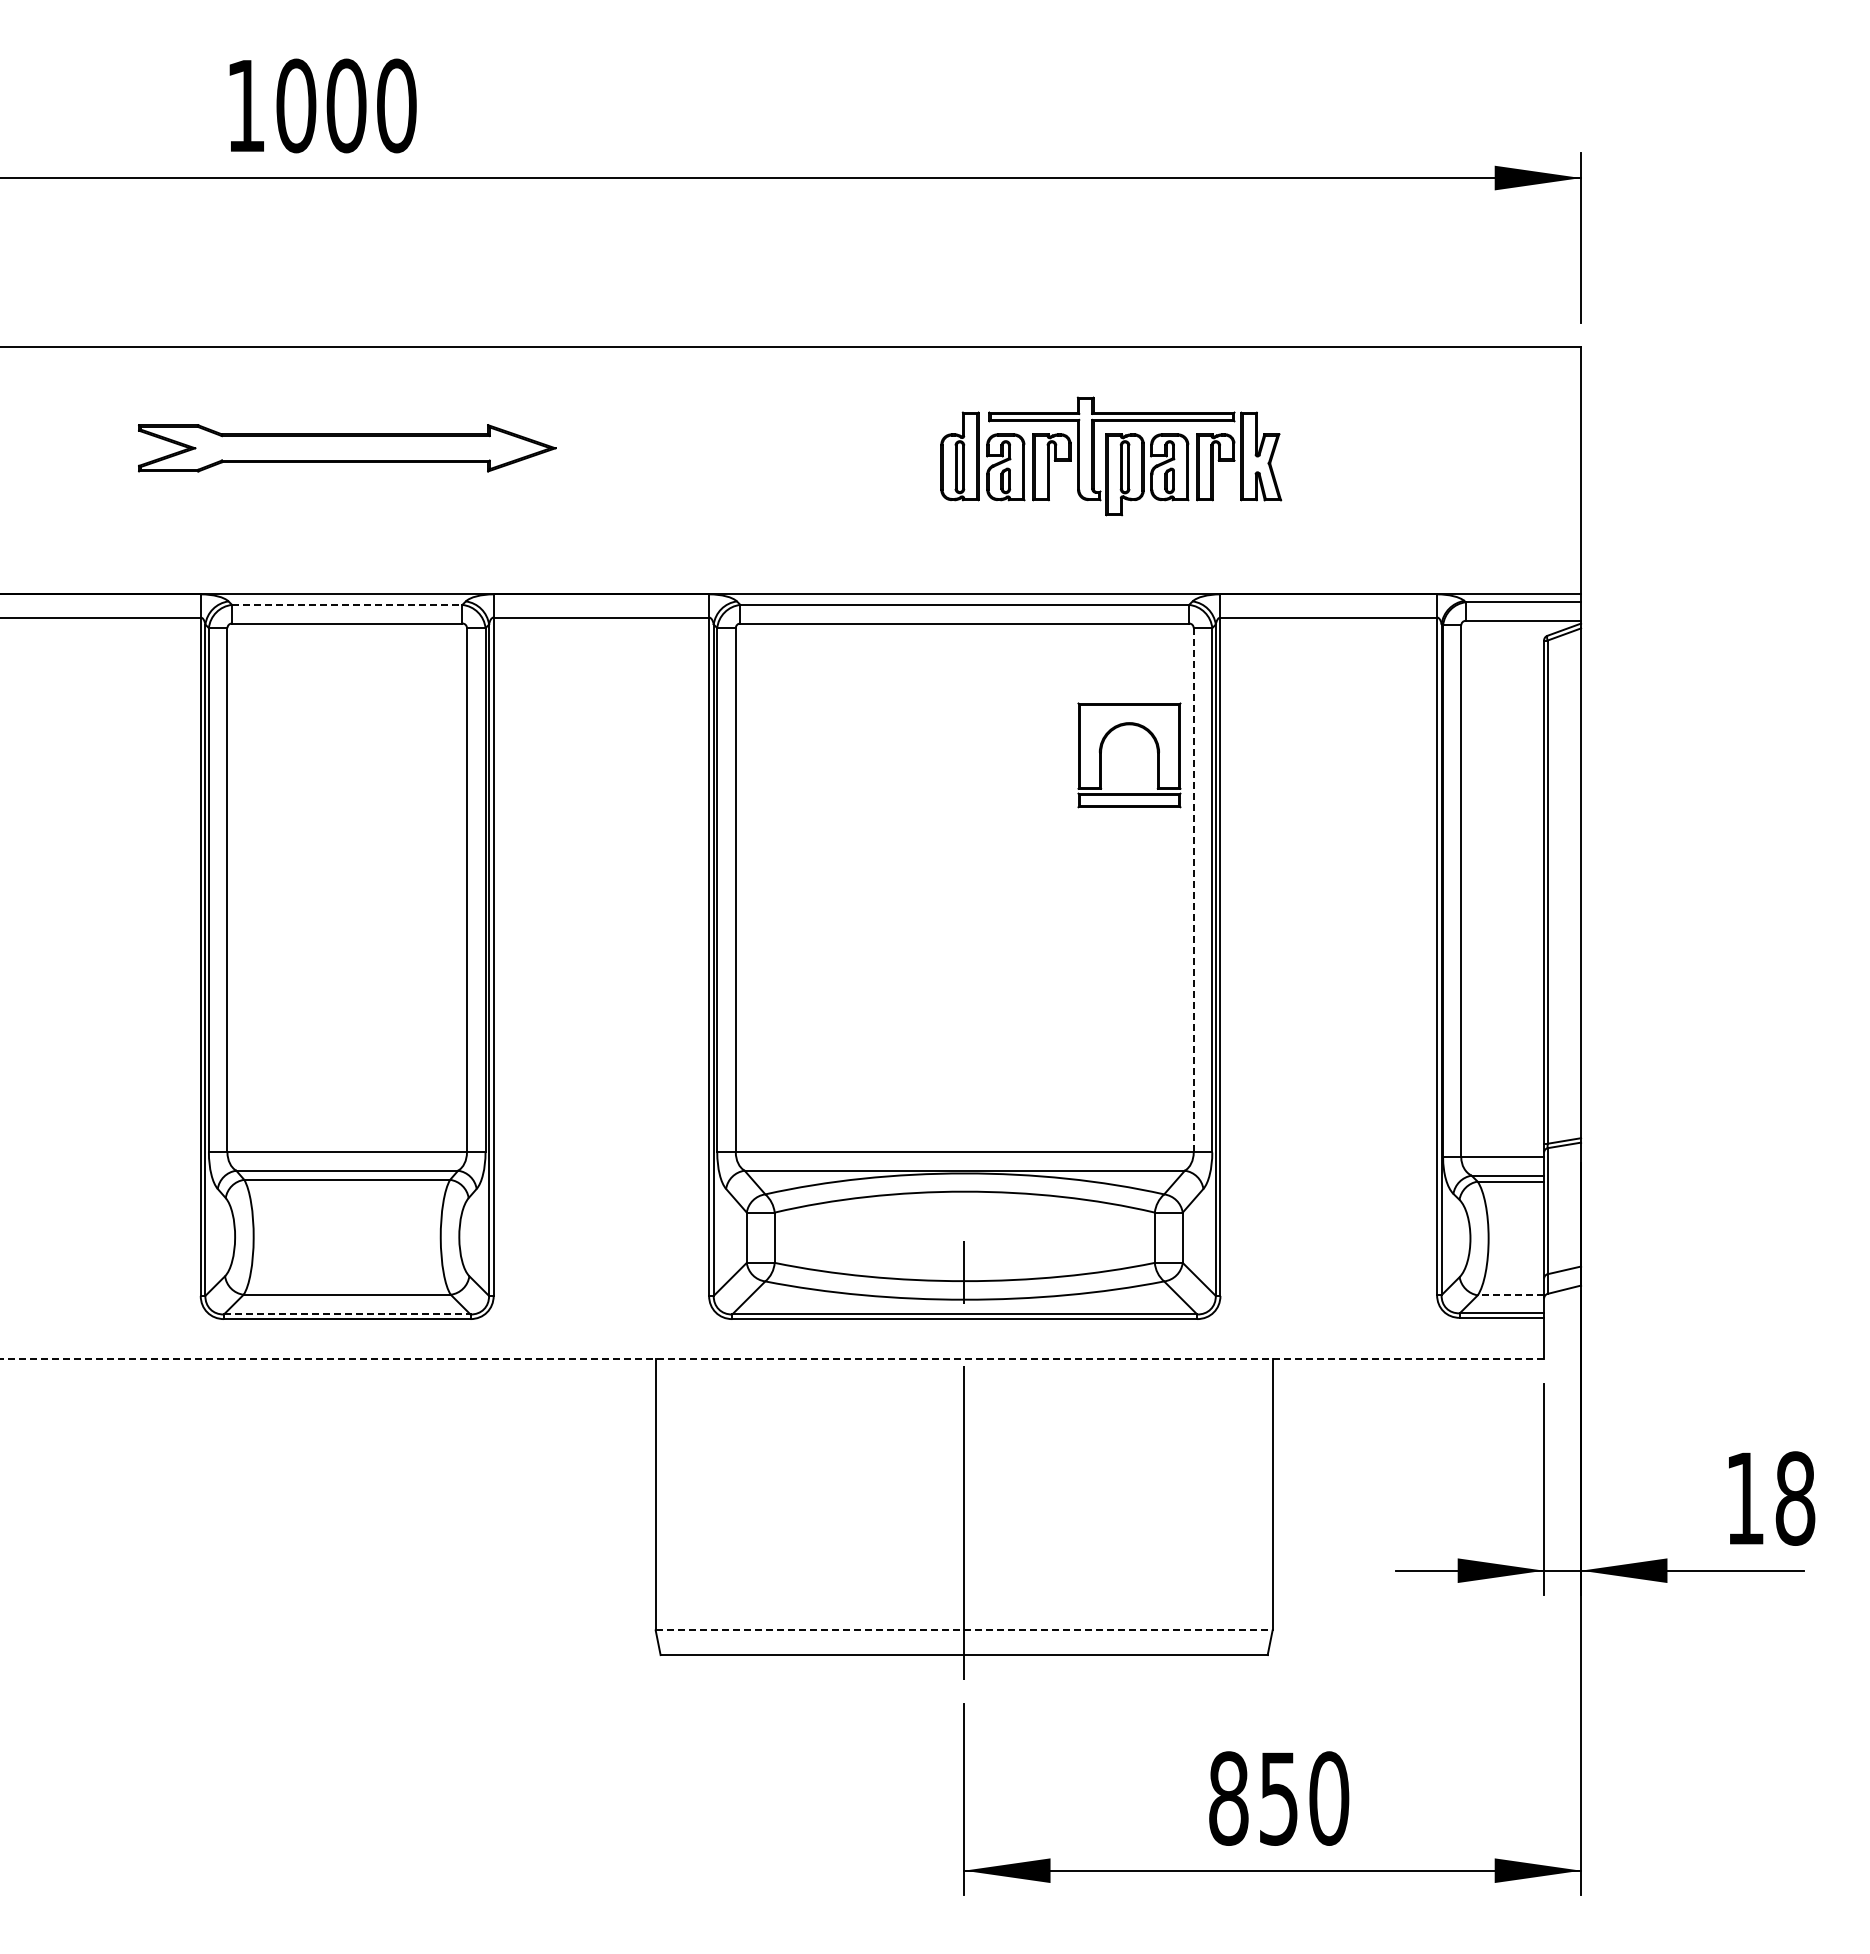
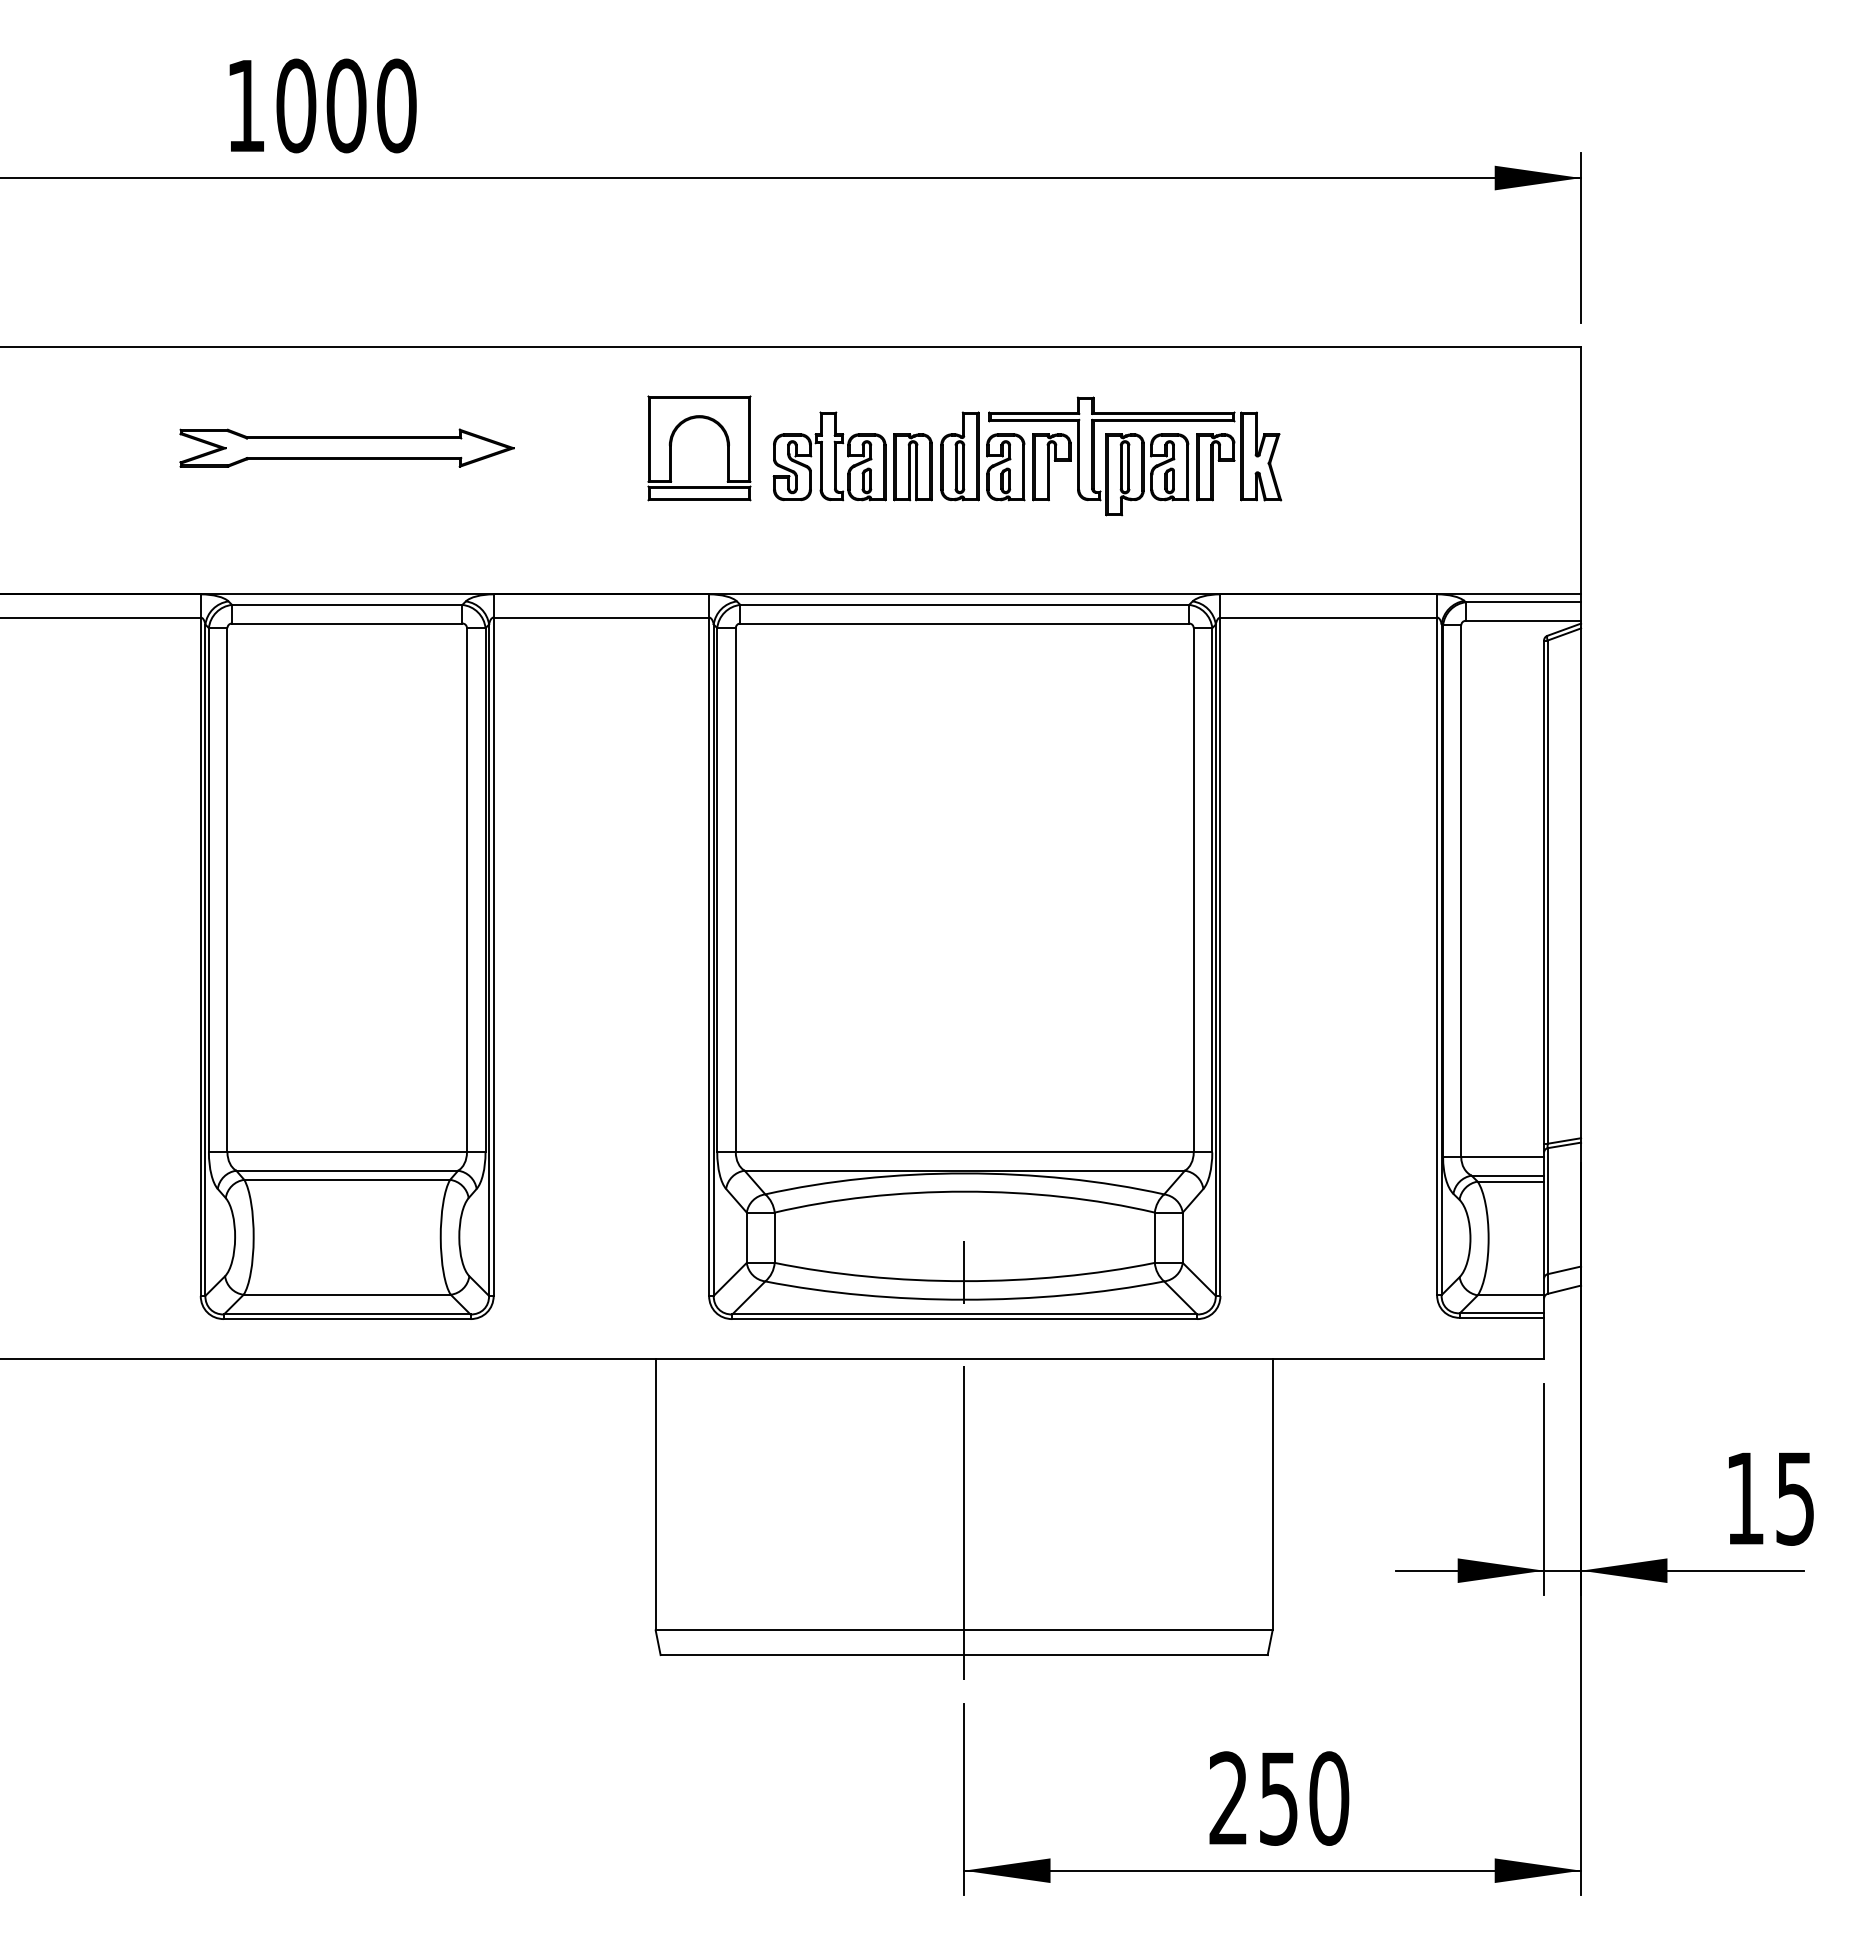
part at (347, 448) size: 419x49 px -> 336x40 px
part at (852, 456): none -> present
line at (347, 604): dashed -> solid
part at (1156, 751) position: (1156, 751) -> (726, 444)
line at (1193, 889): dashed -> solid
line at (1510, 1295): dashed -> solid
line at (347, 1314): dashed -> solid
line at (772, 1358): dashed -> solid
text at (1795, 1498): 18 -> 15
line at (964, 1630): dashed -> solid
text at (1228, 1798): 850 -> 250
